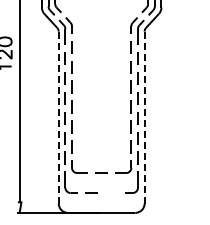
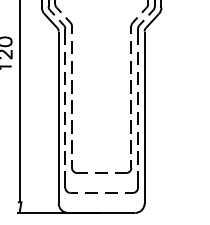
line at (58, 117): dashed -> solid
line at (144, 117): dashed -> solid
line at (111, 192): none -> present
